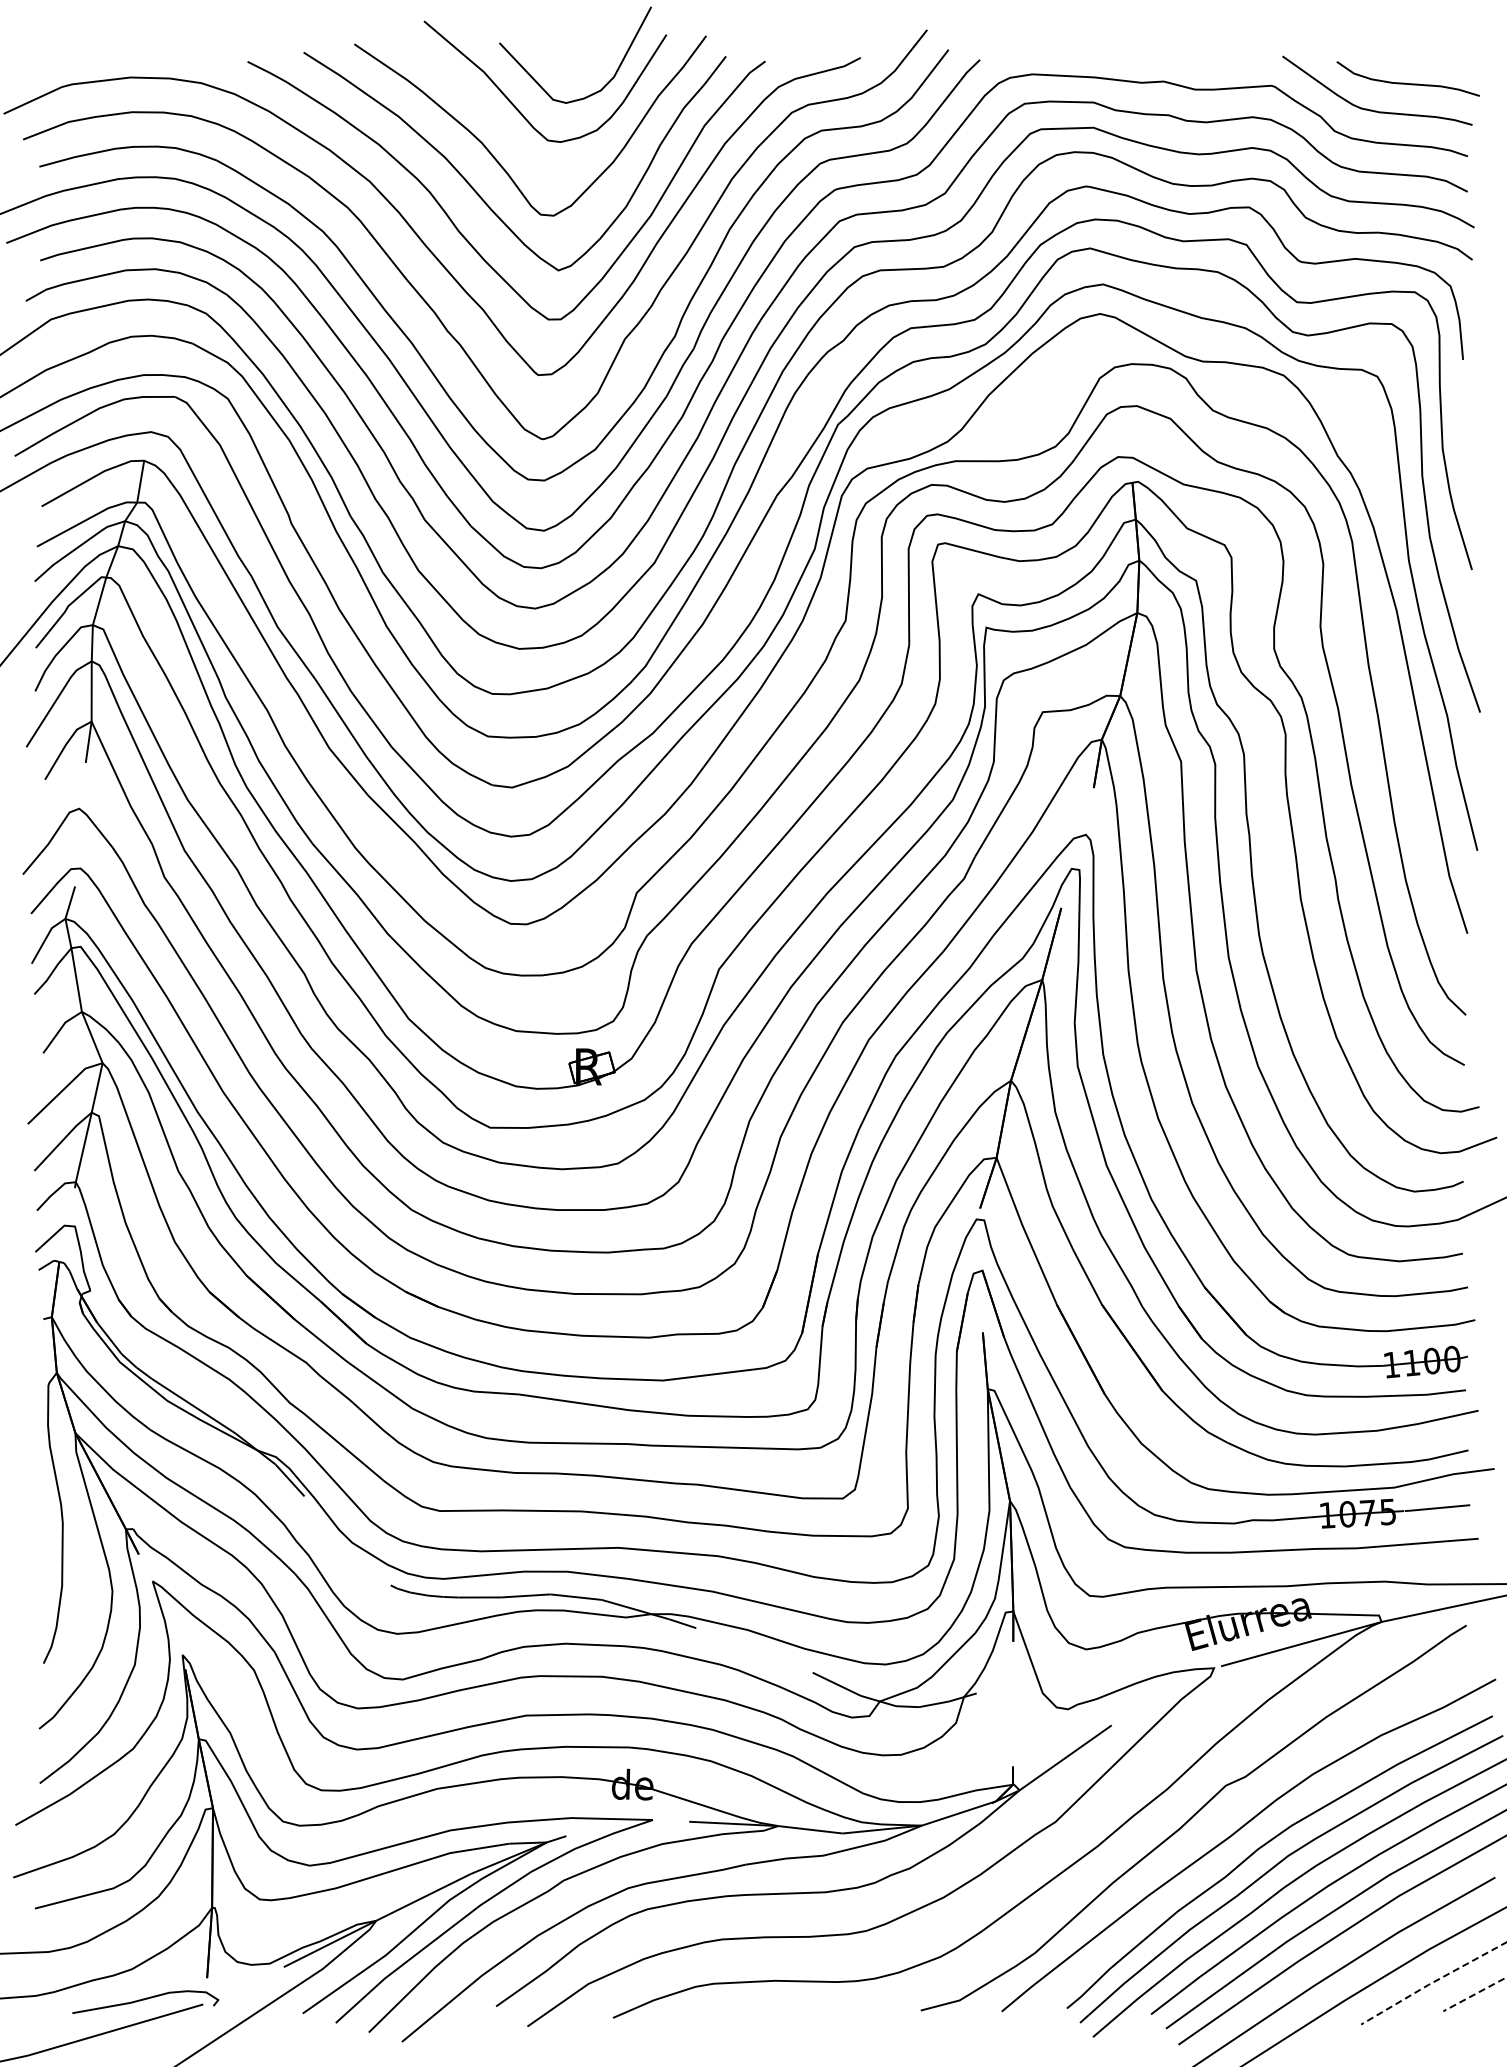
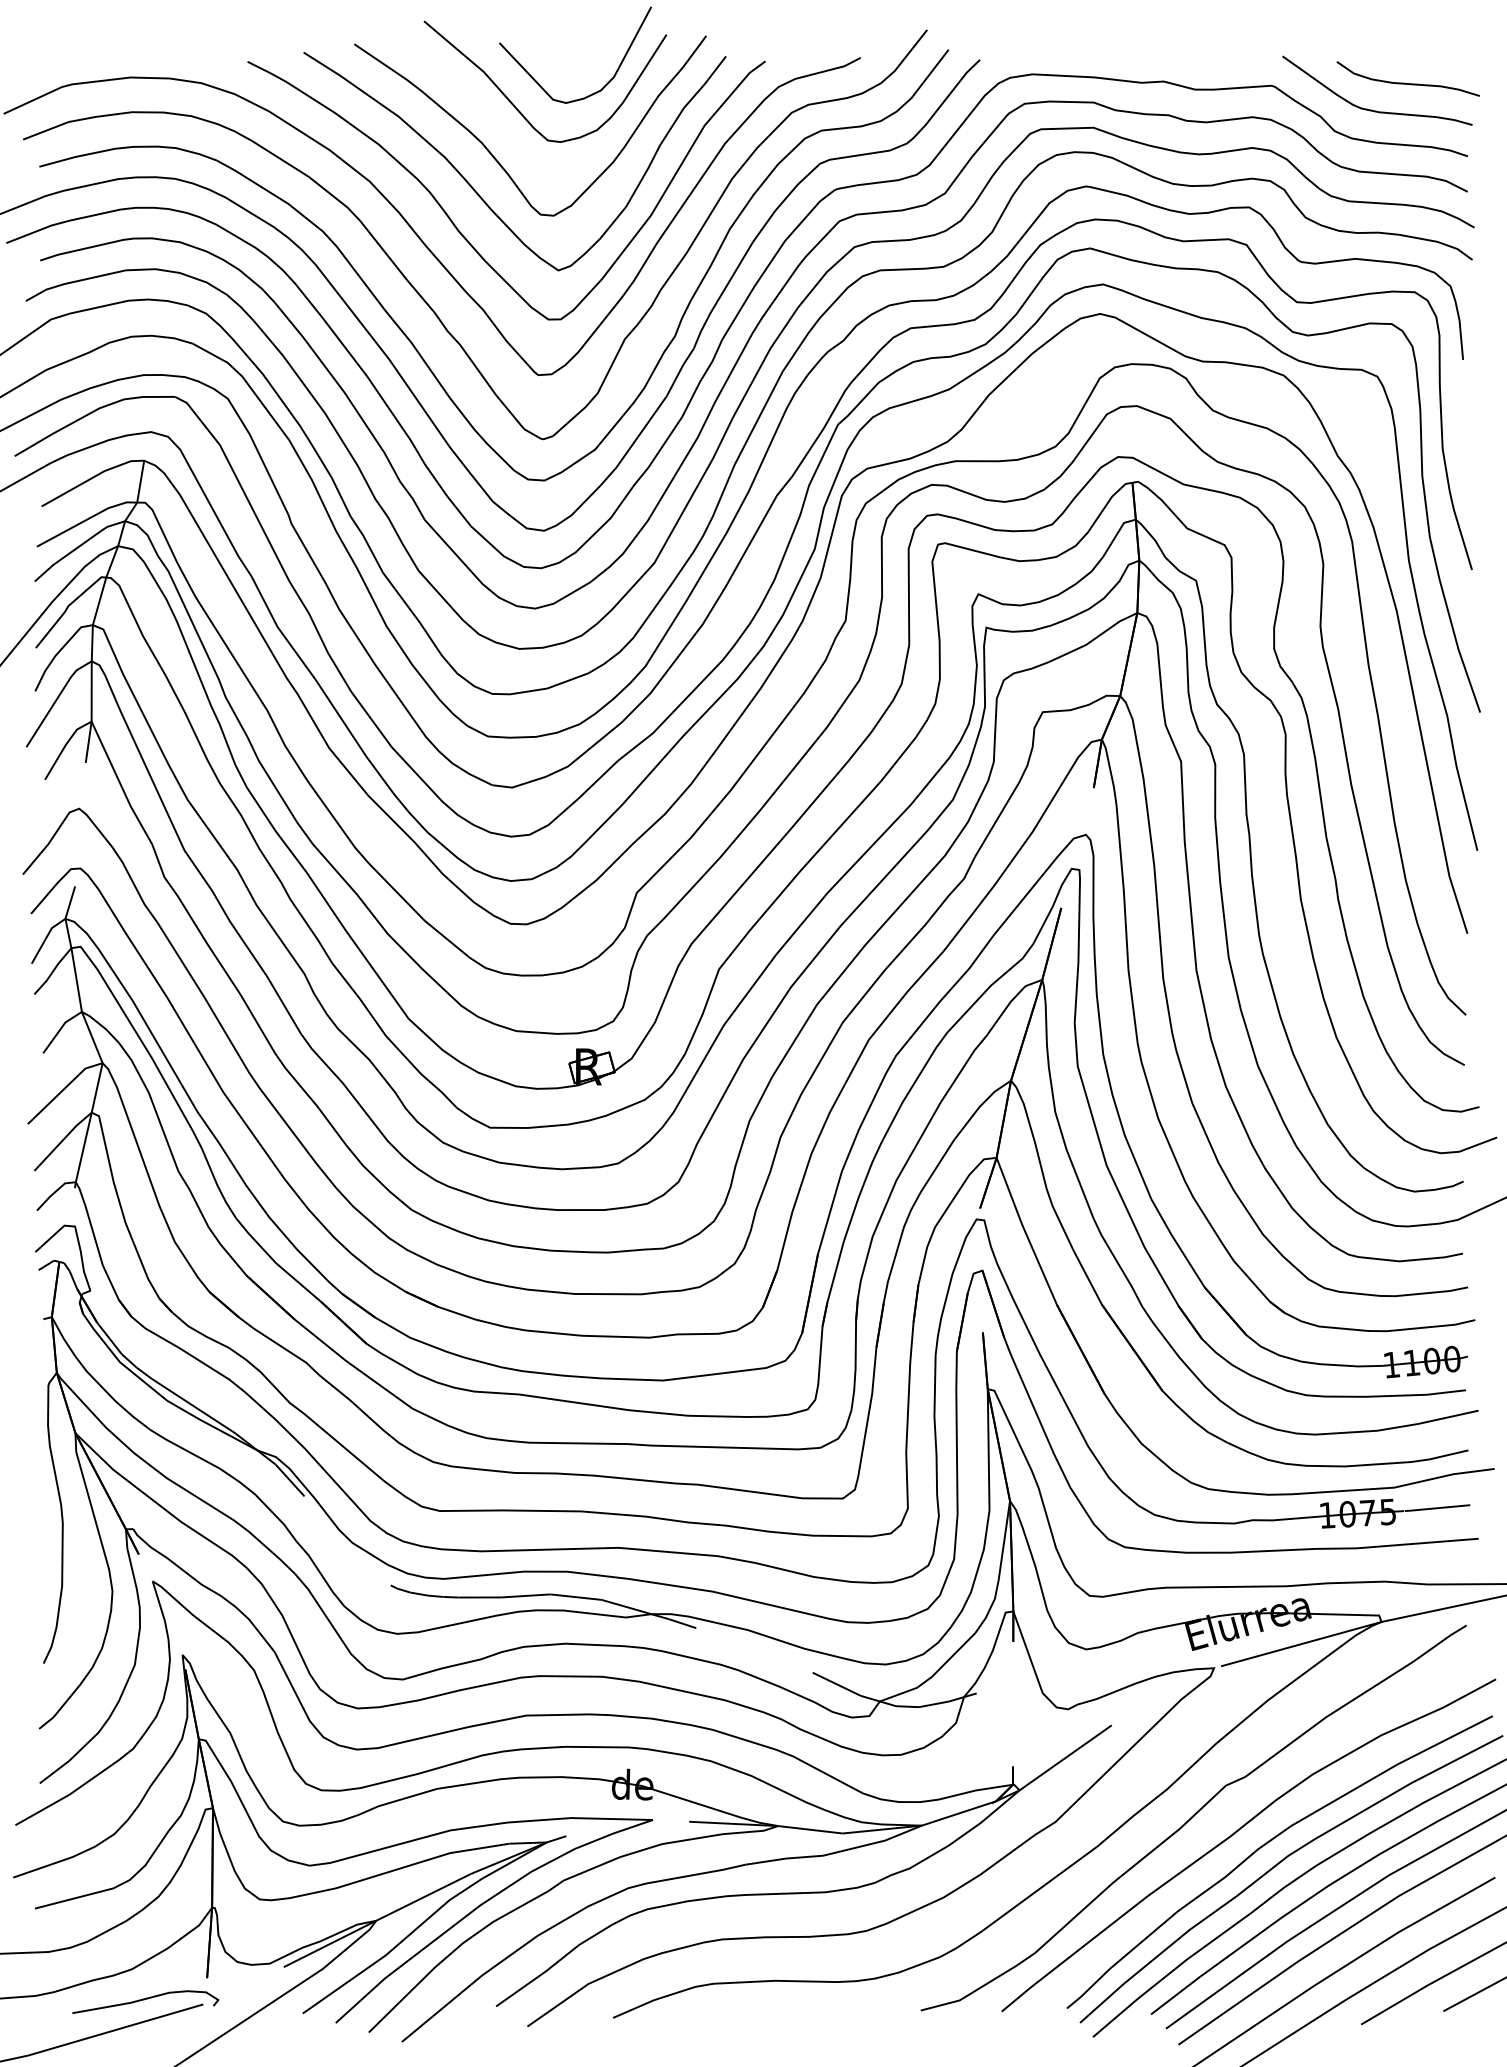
line at (1432, 1982): dashed -> solid
line at (1474, 1994): dashed -> solid
